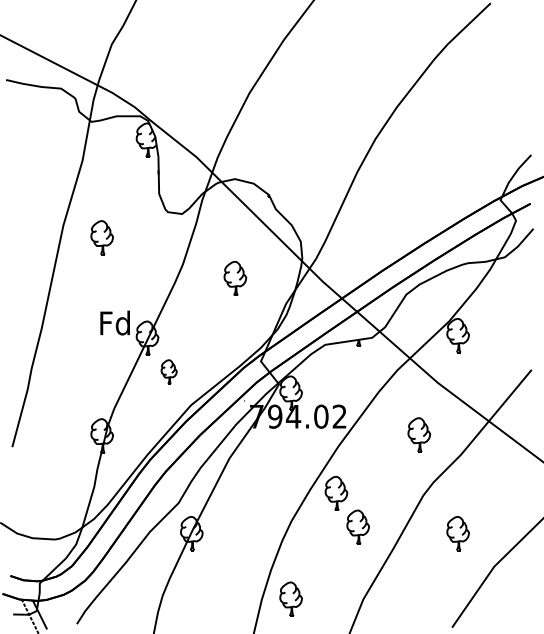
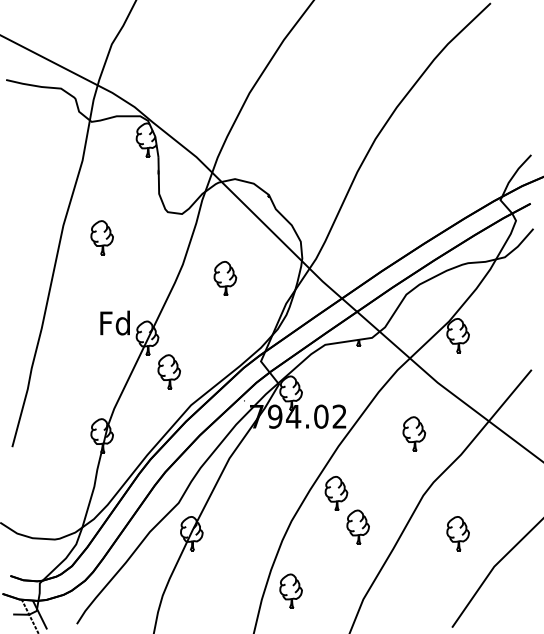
part at (235, 278) position: (235, 278) -> (225, 278)
part at (168, 371) size: 18x26 px -> 24x36 px
part at (419, 434) position: (419, 434) -> (414, 433)
part at (290, 598) position: (290, 598) -> (290, 590)
